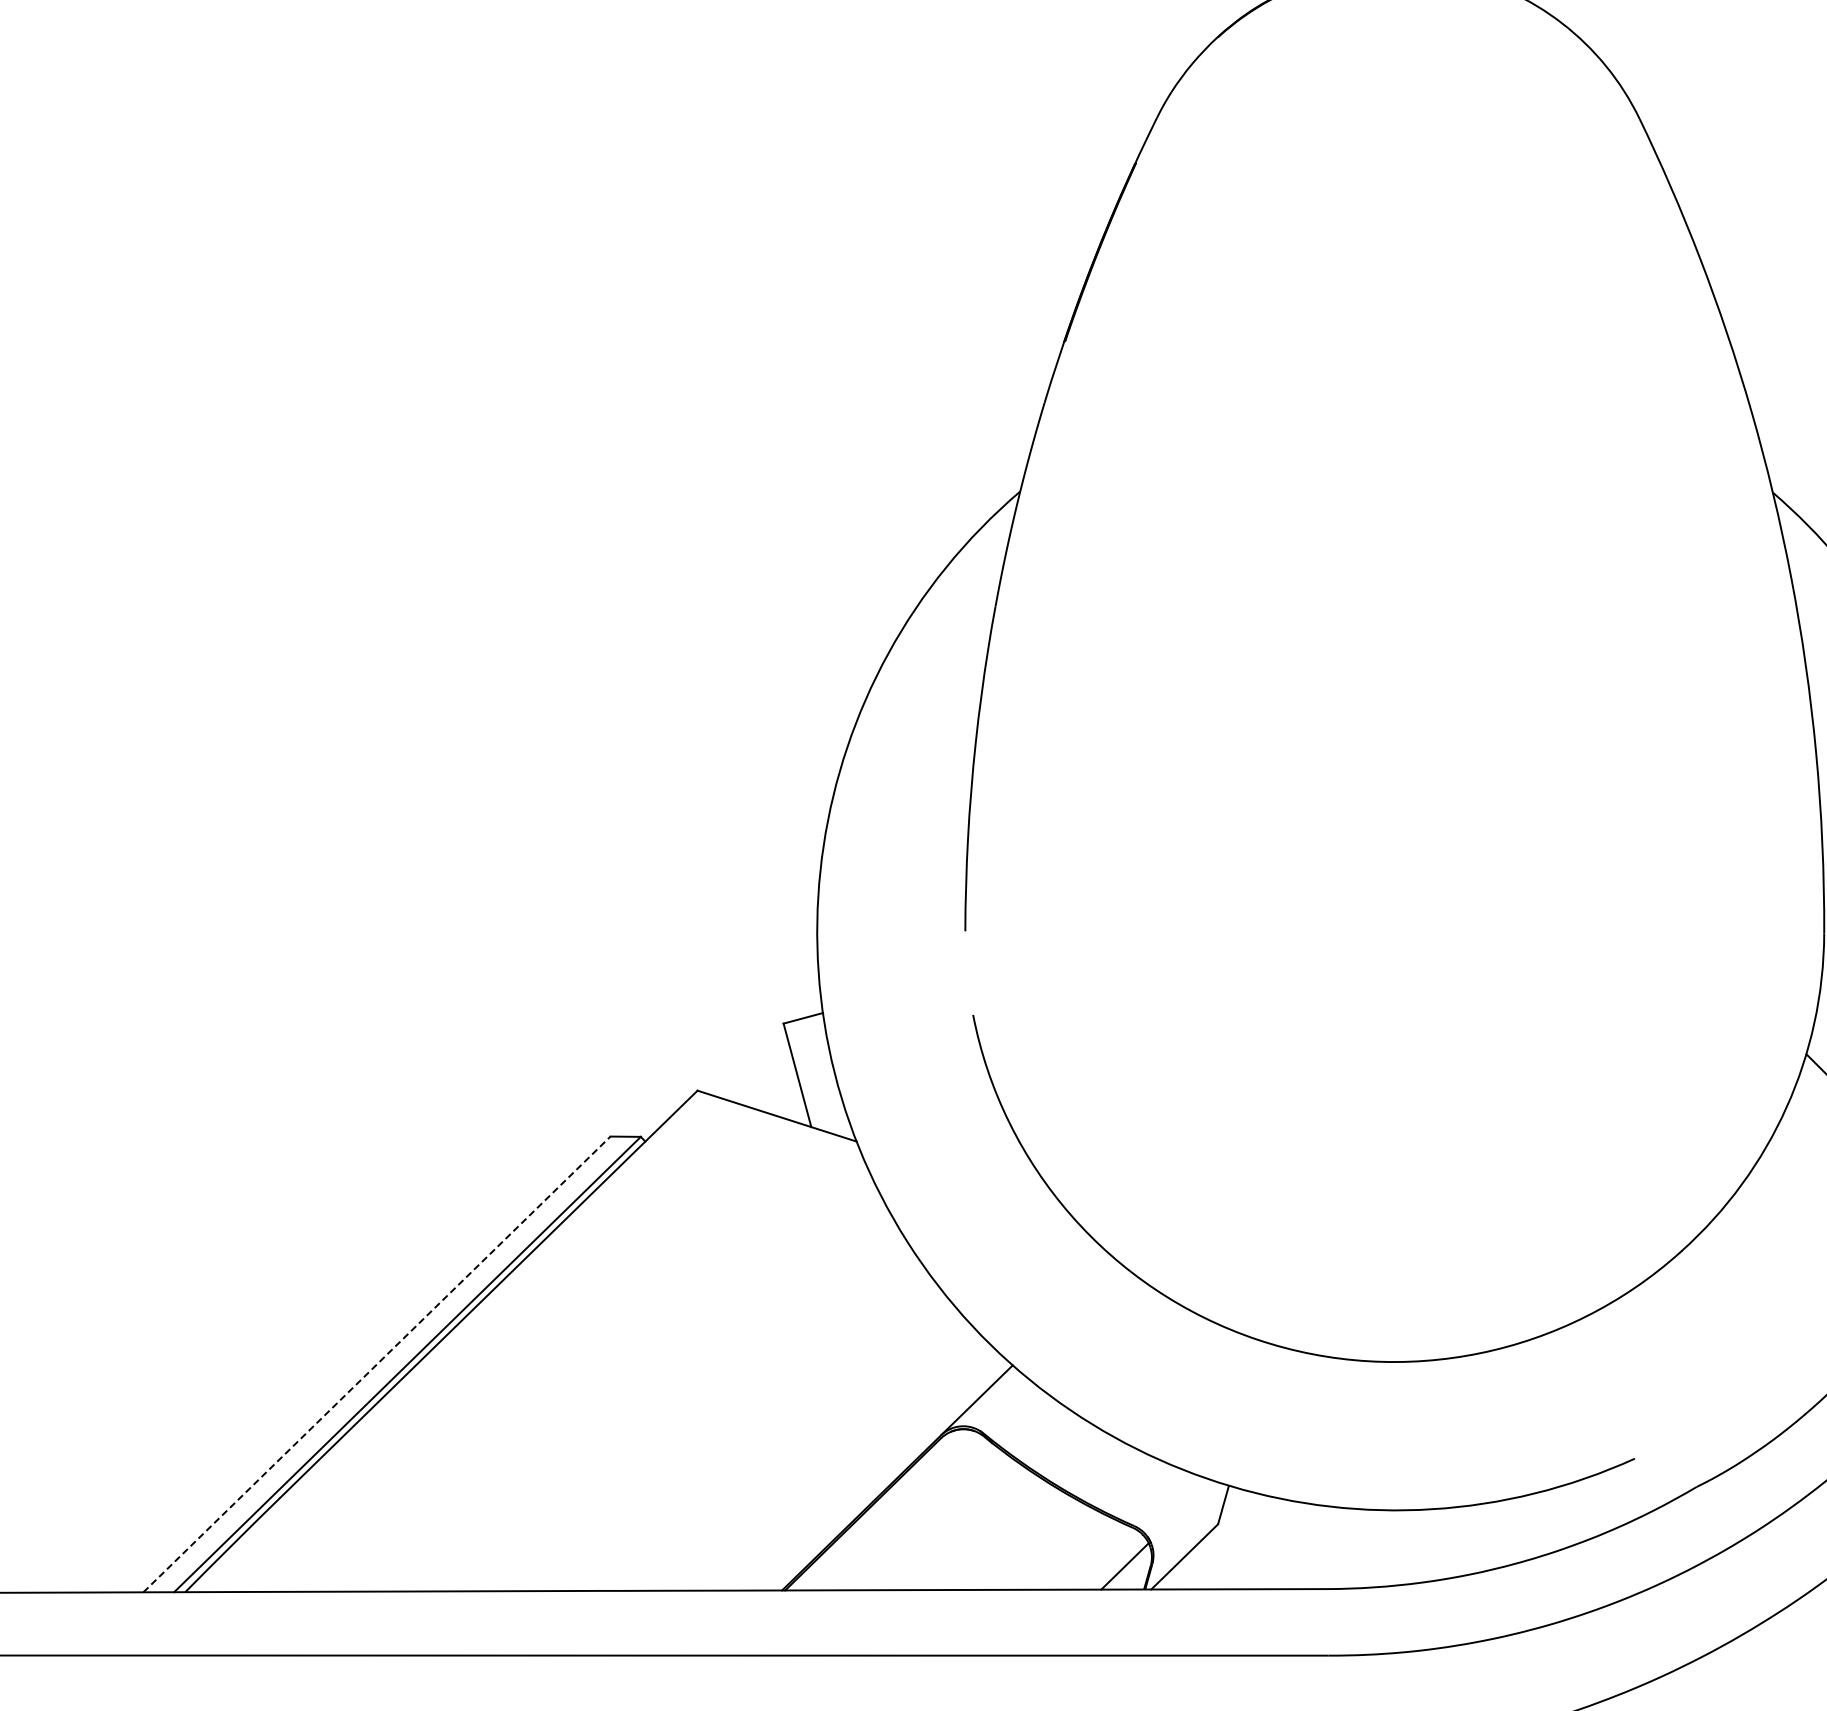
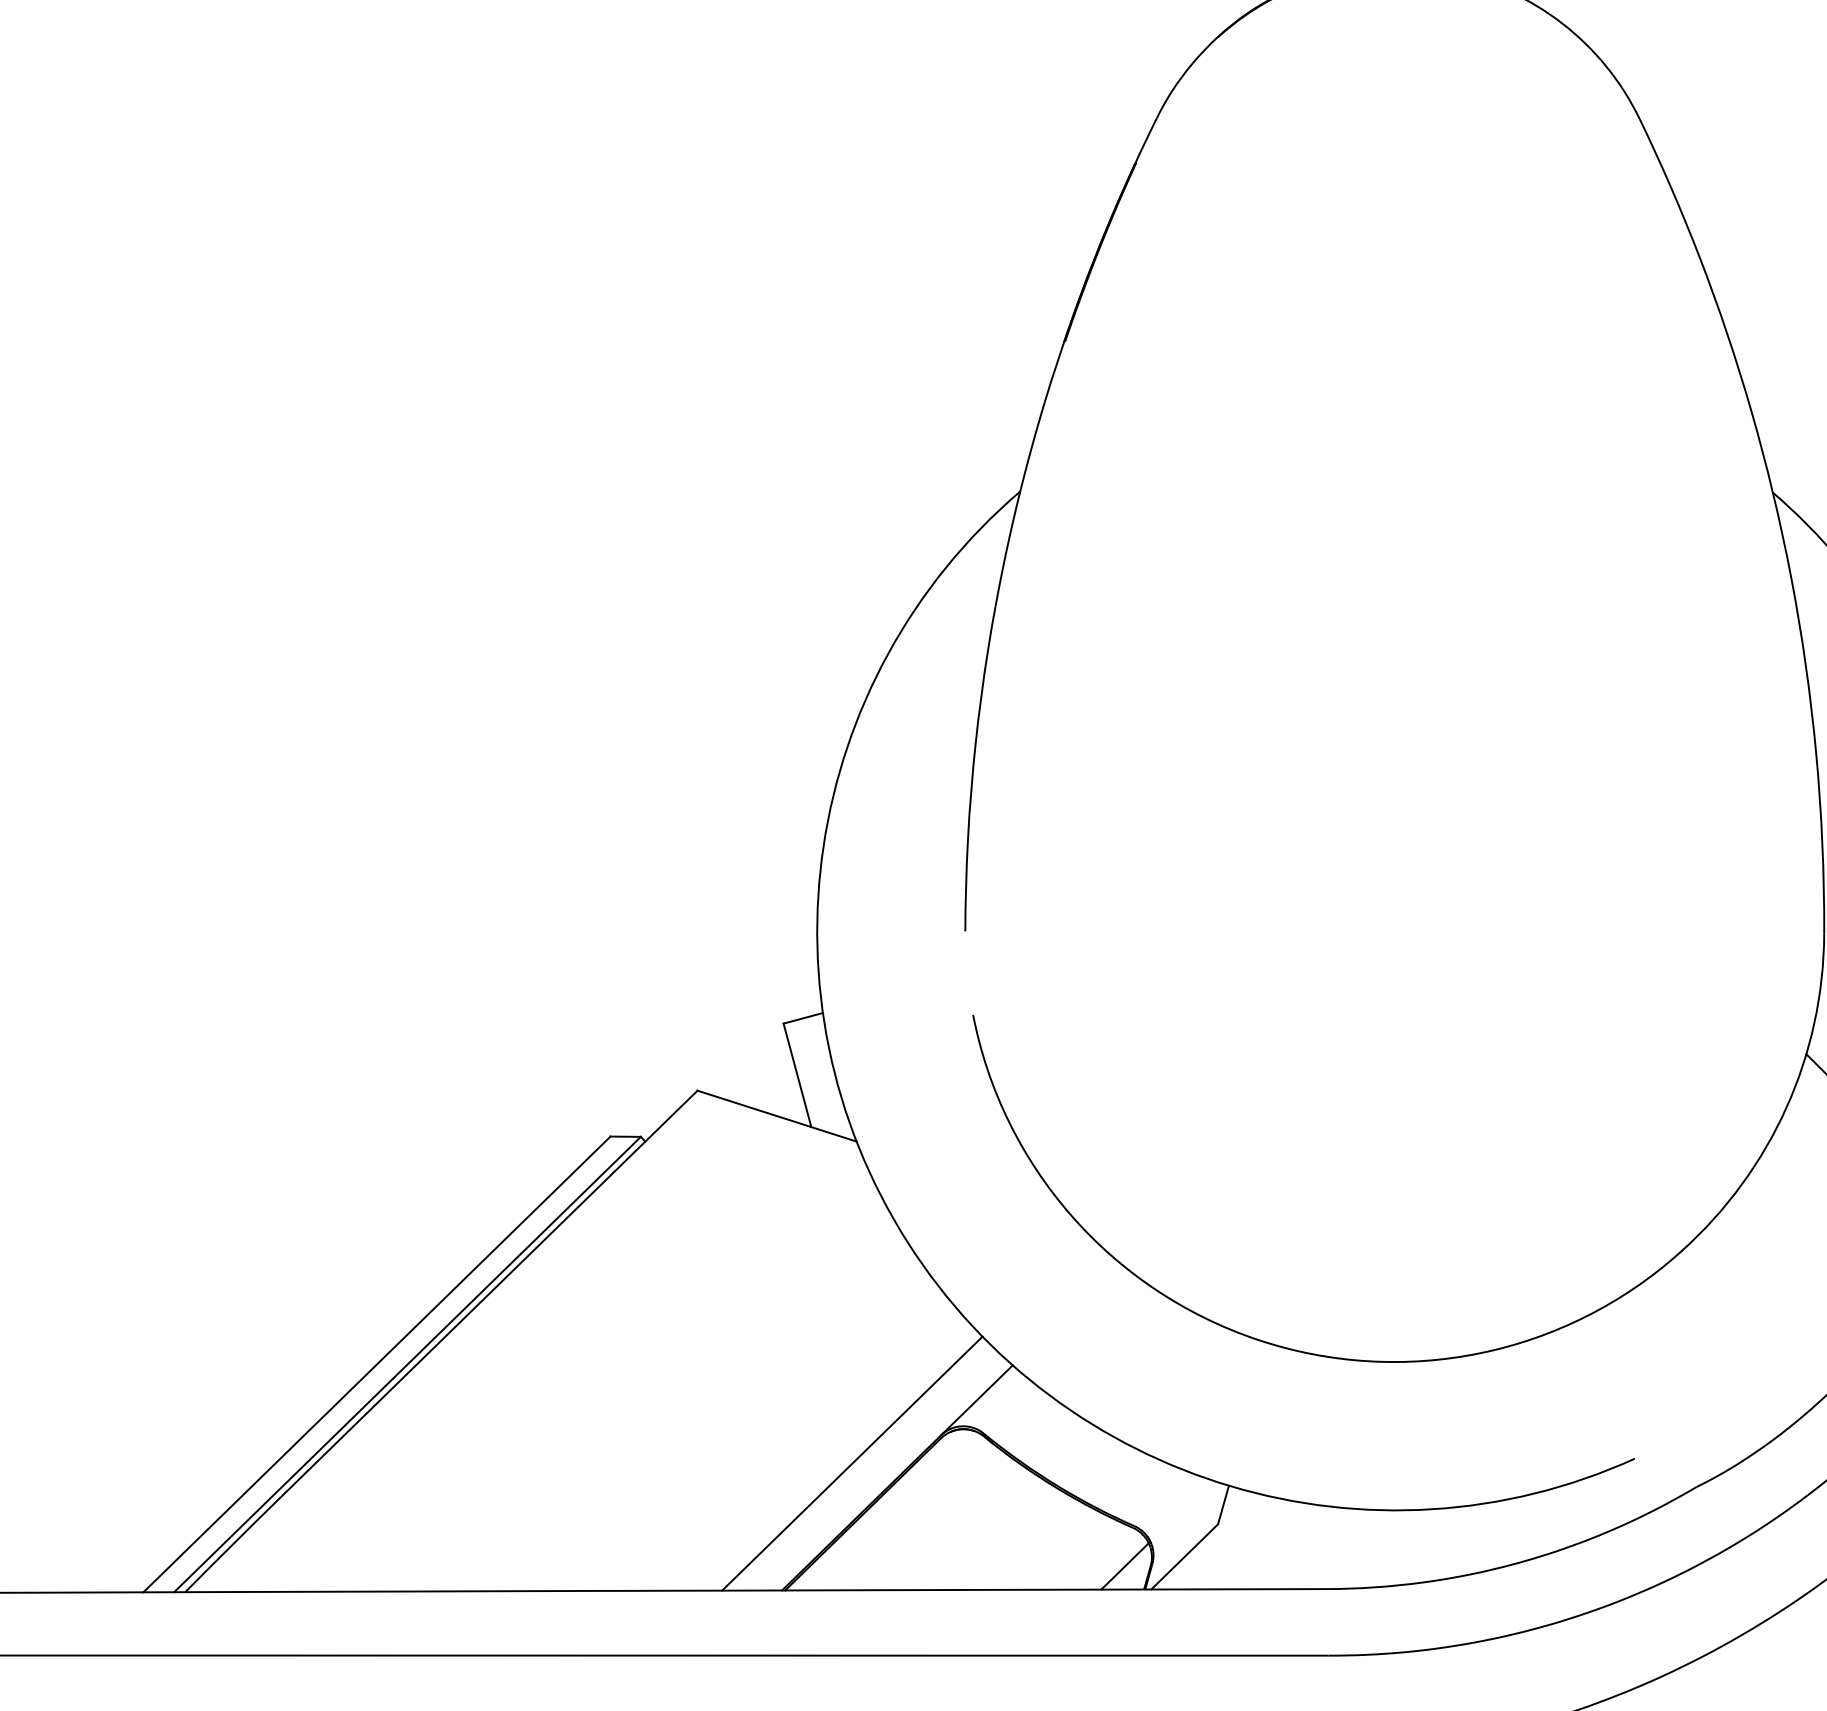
line at (377, 1364): dashed -> solid
line at (852, 1463): none -> present
